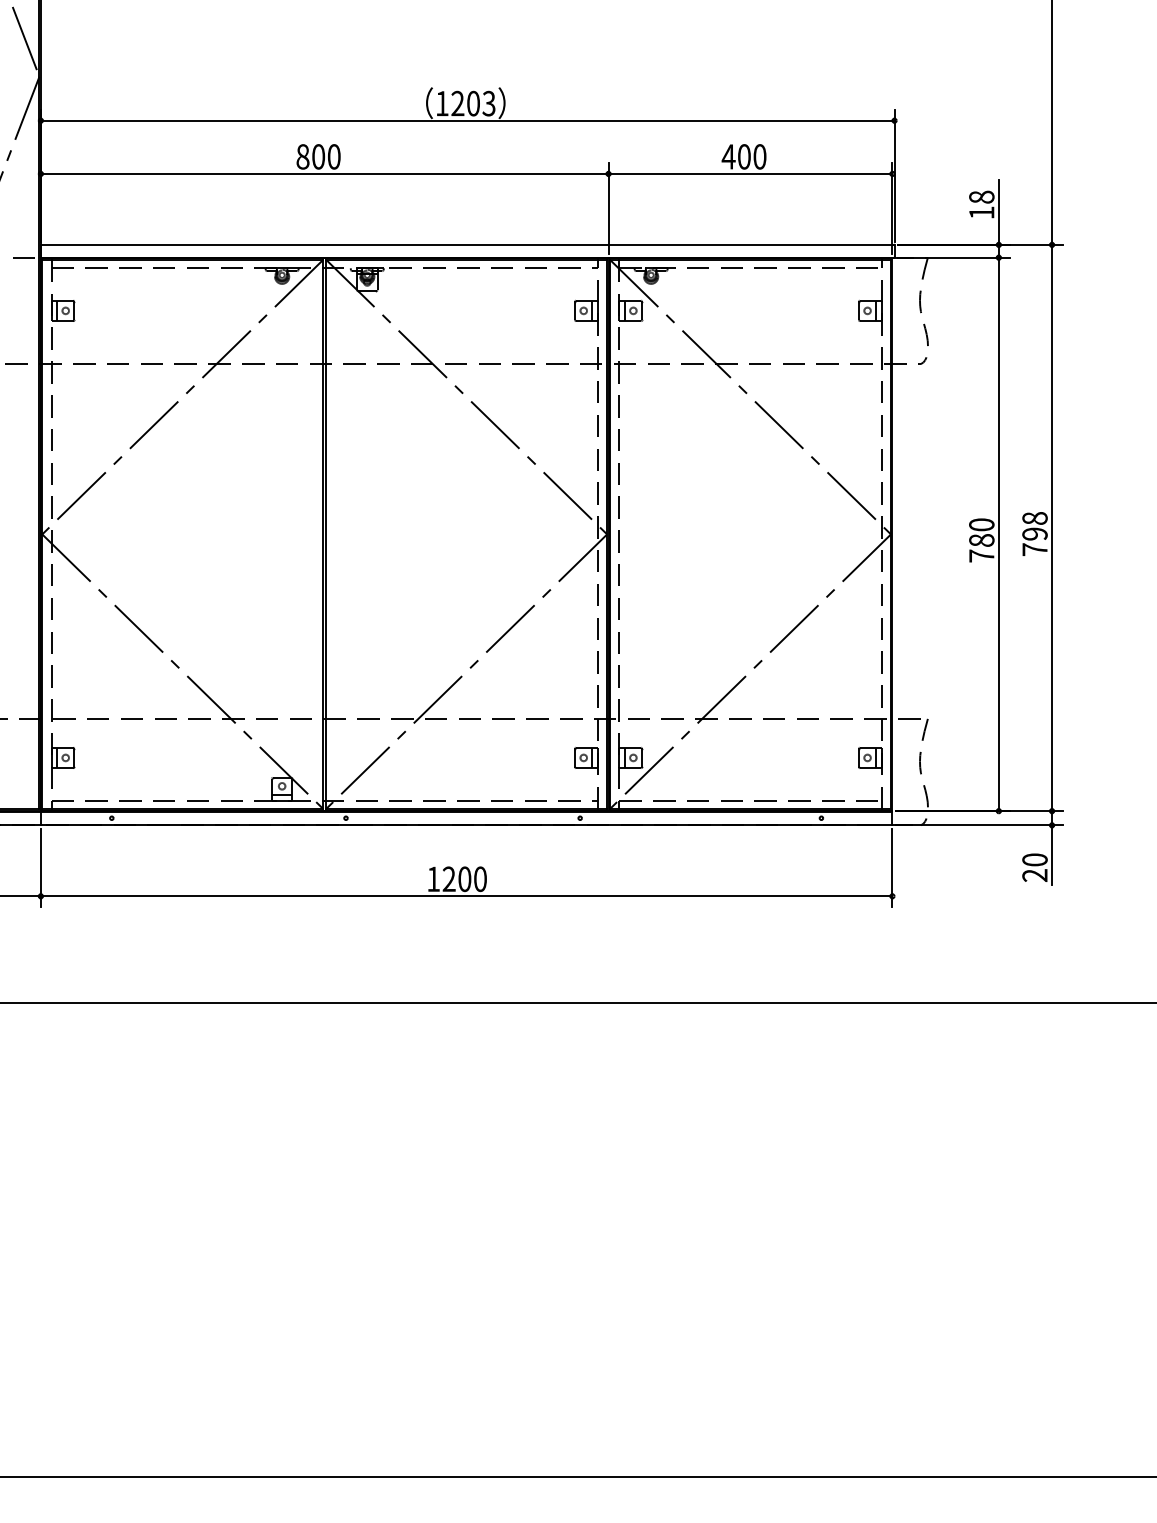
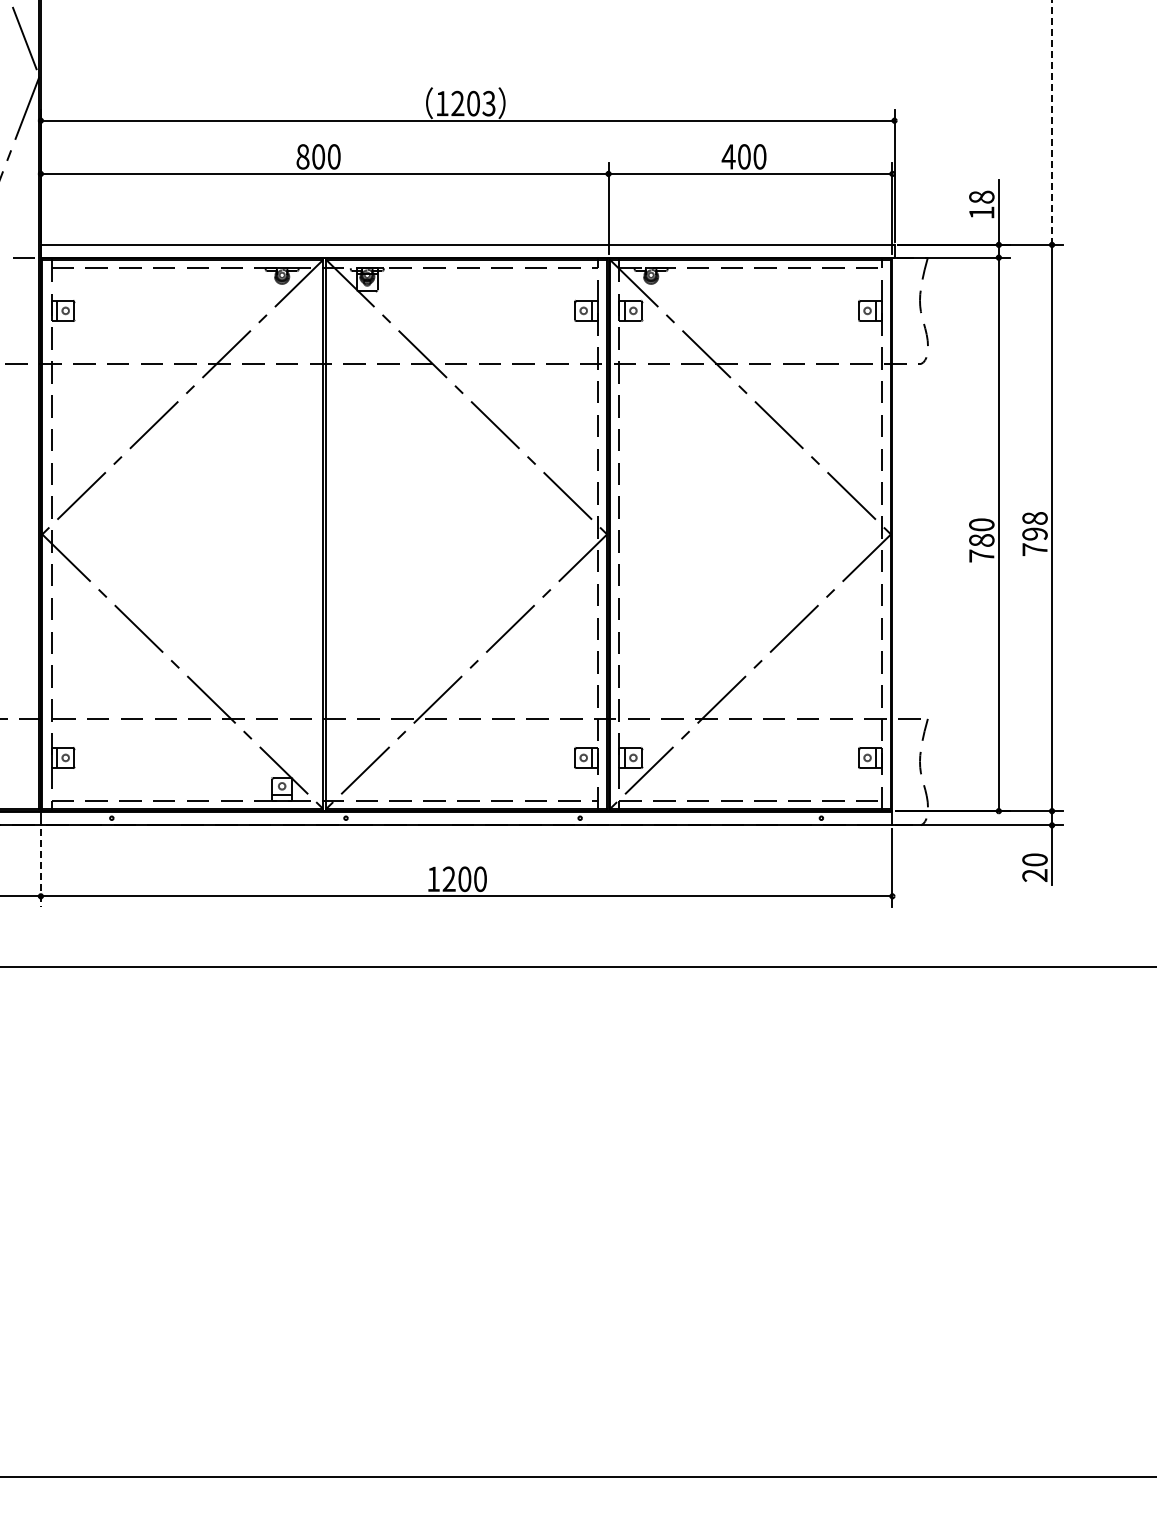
line at (1052, 122): solid -> dashed
line at (40, 868): solid -> dashed
line at (577, 1002) position: (577, 1002) -> (577, 966)
